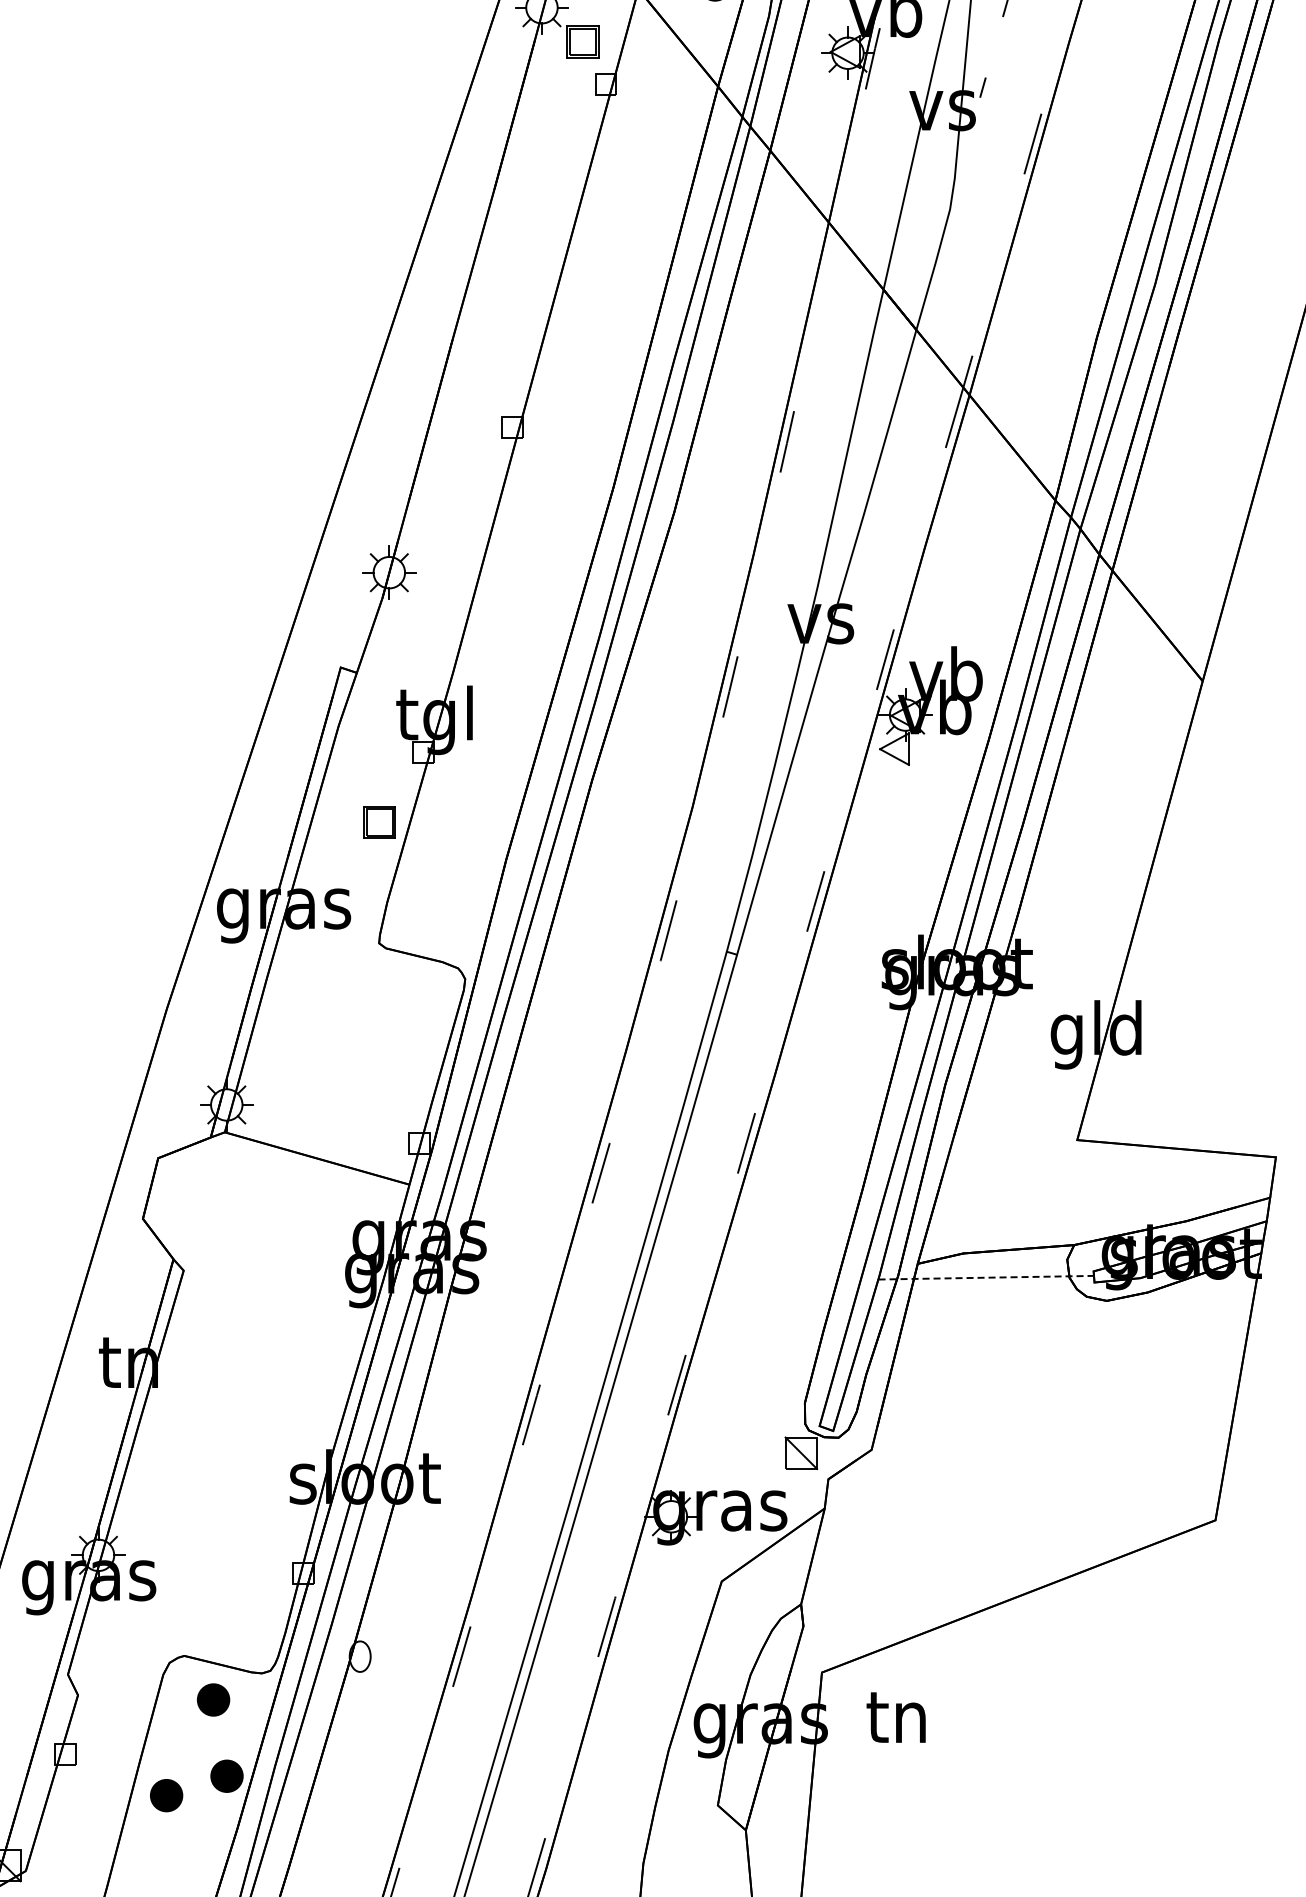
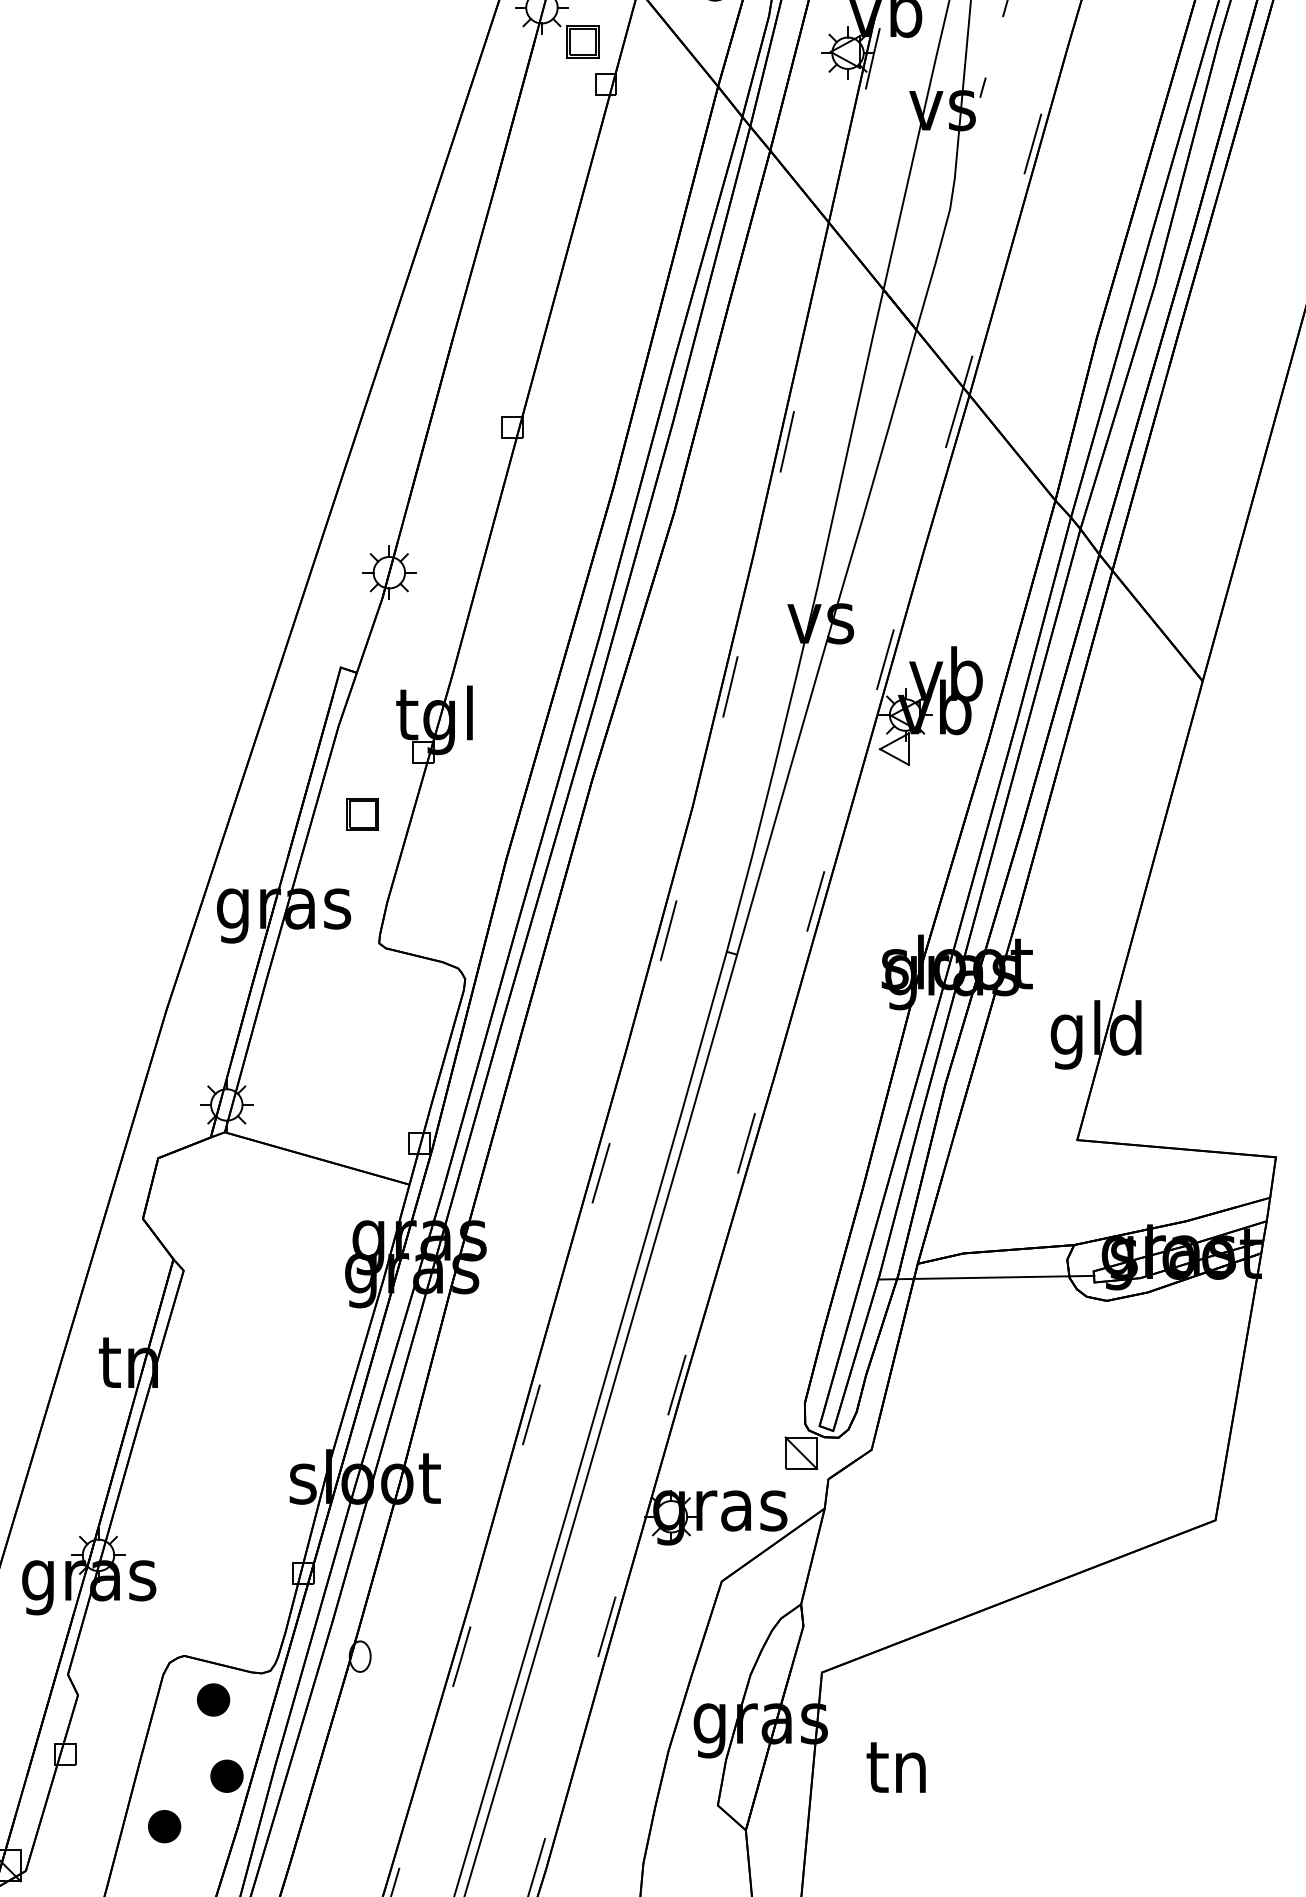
part at (379, 822) position: (379, 822) -> (362, 814)
line at (985, 1277): dashed -> solid
text at (895, 1717) position: (895, 1717) -> (895, 1767)
part at (166, 1795) position: (166, 1795) -> (164, 1826)
